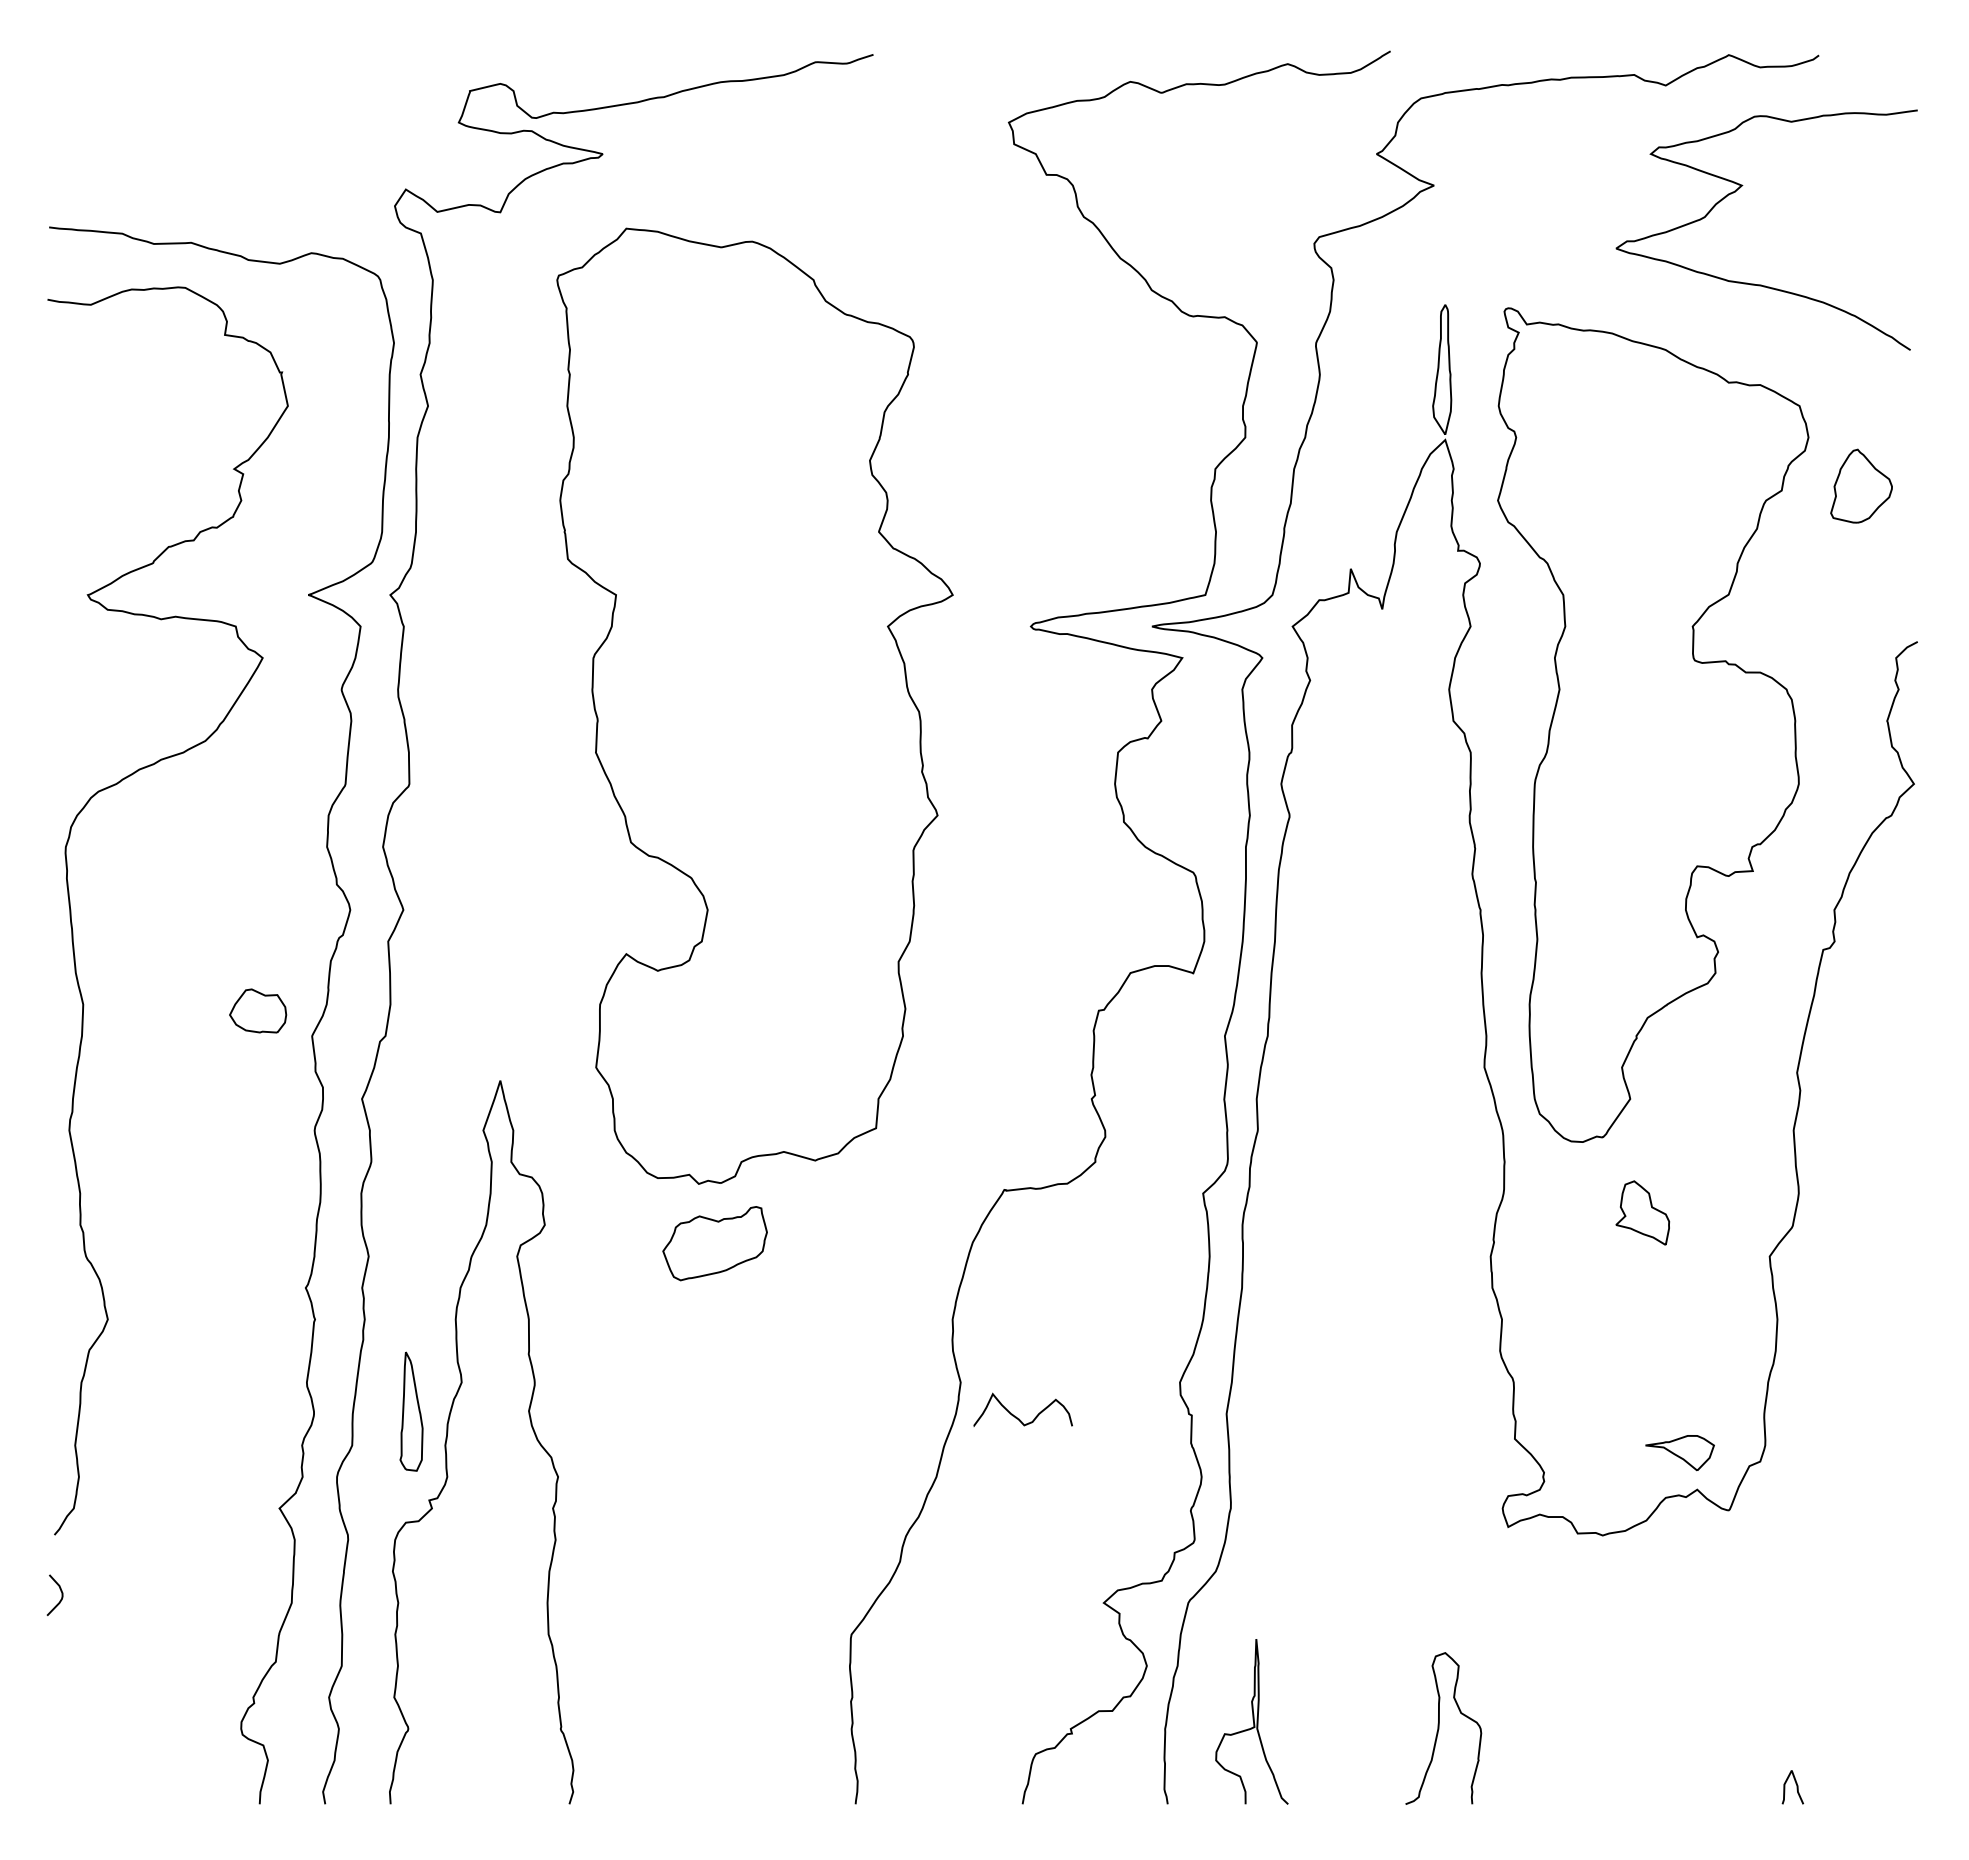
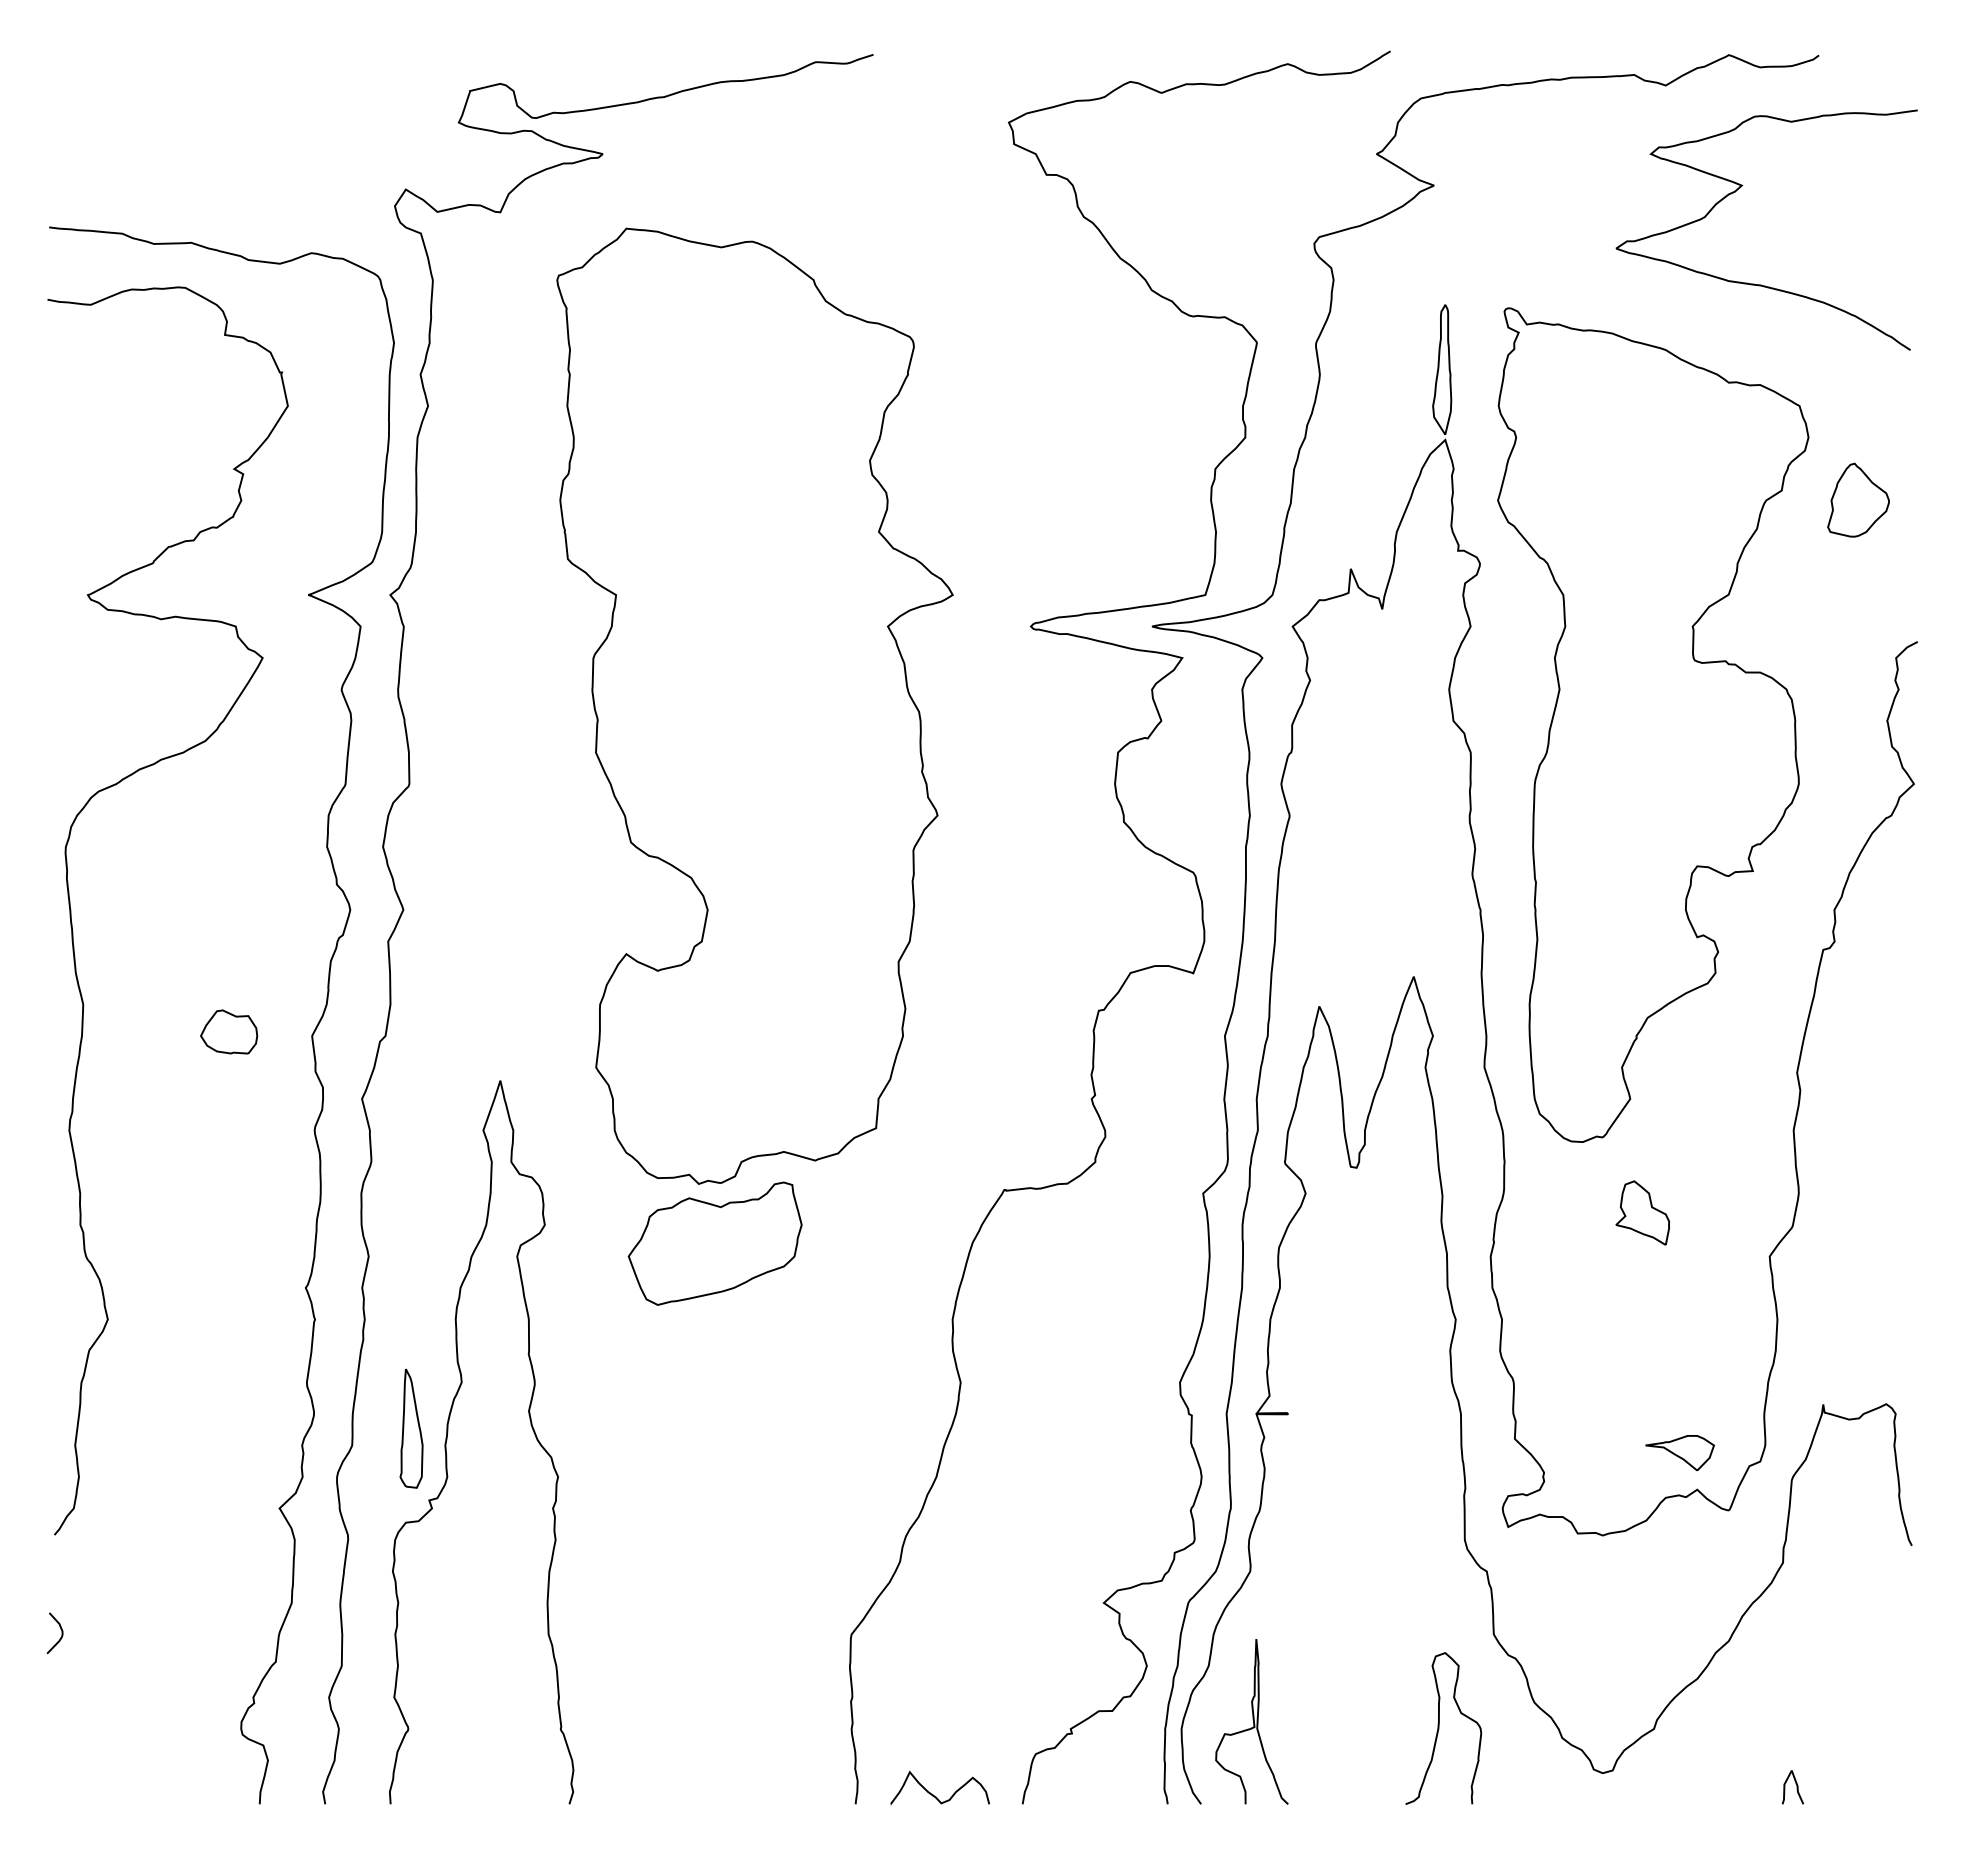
part at (1861, 485) position: (1861, 485) -> (1858, 499)
part at (258, 1010) position: (258, 1010) -> (229, 1031)
part at (714, 1243) size: 106x76 px -> 176x125 px
curve at (1460, 1405): none -> present
part at (411, 1411) position: (411, 1411) -> (411, 1428)
curve at (1016, 1416) position: (1016, 1416) -> (933, 1794)
curve at (60, 1591) position: (60, 1591) -> (60, 1629)
